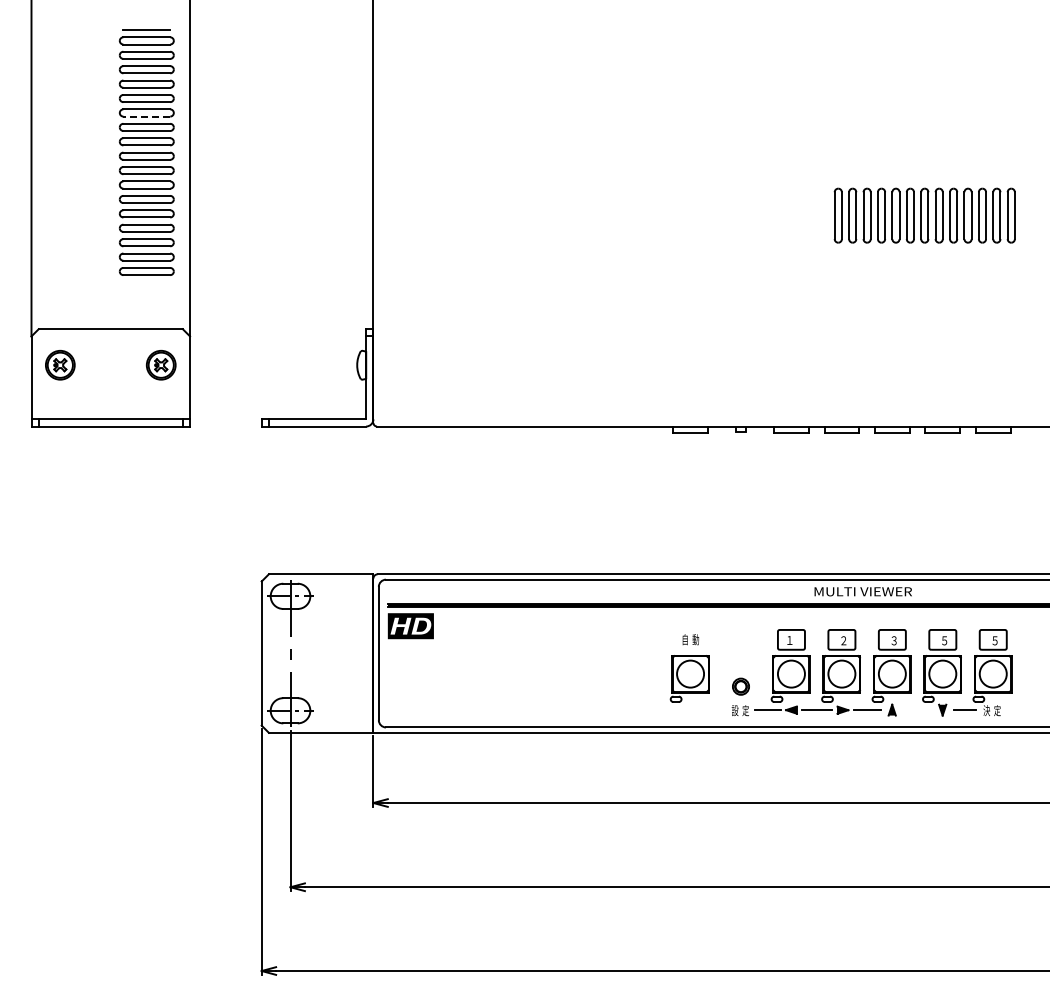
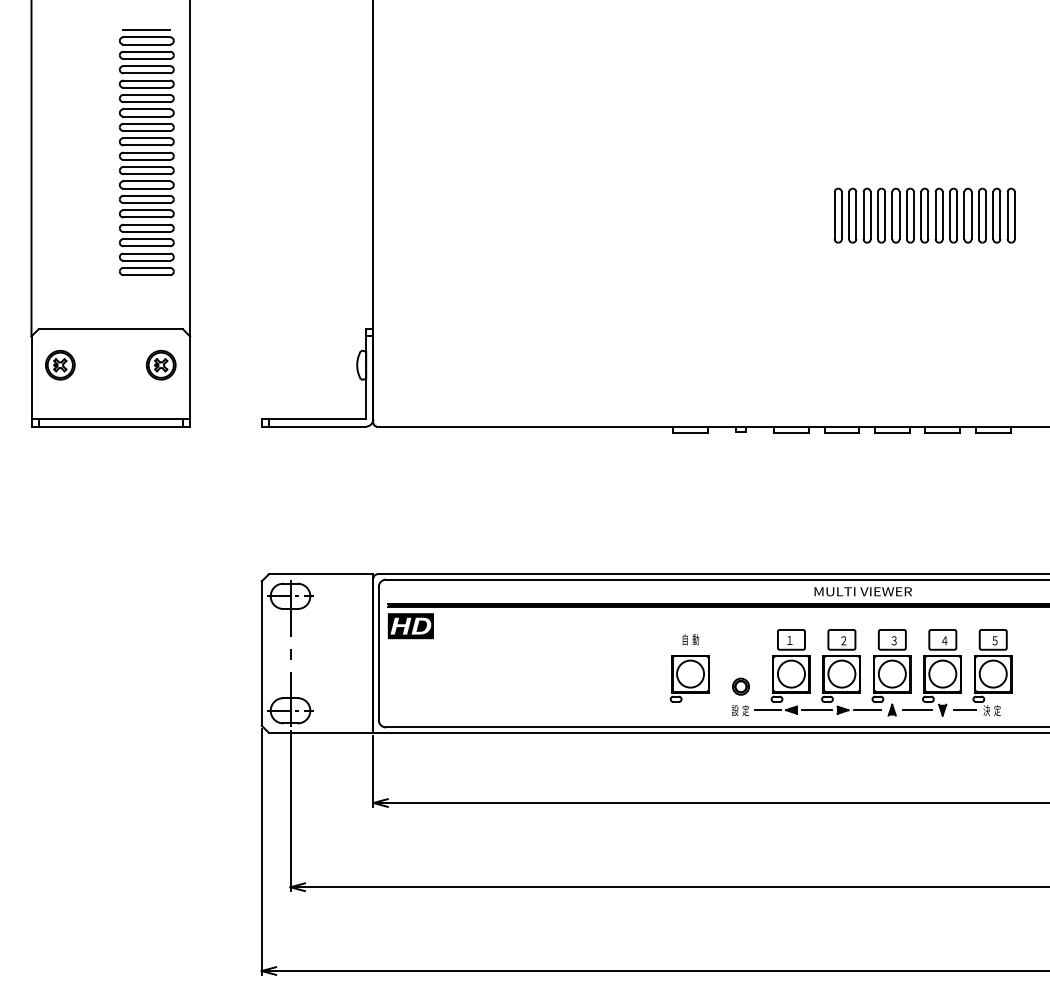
line at (146, 116): dashed -> solid
text at (944, 640): ５ -> ４
line at (917, 710): none -> present
